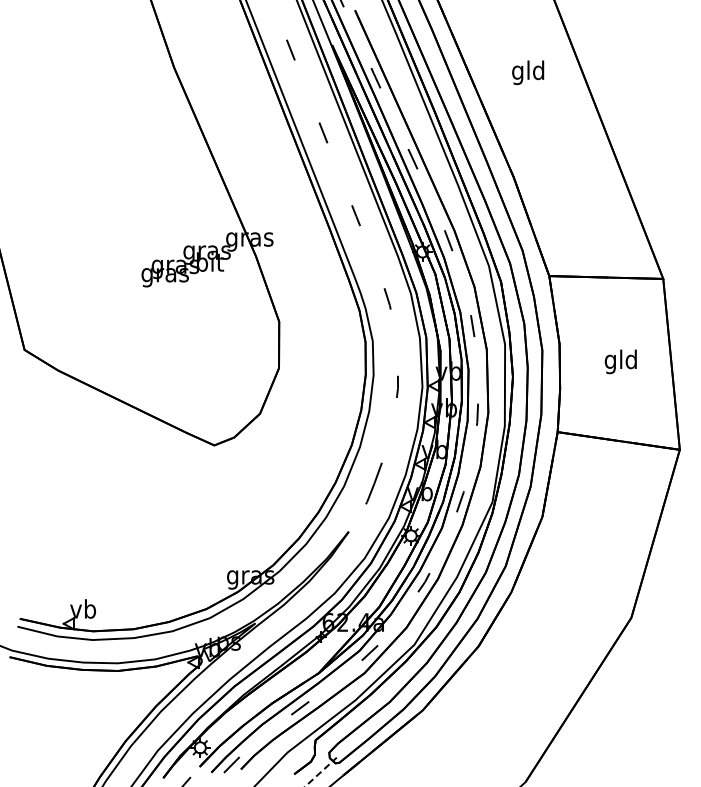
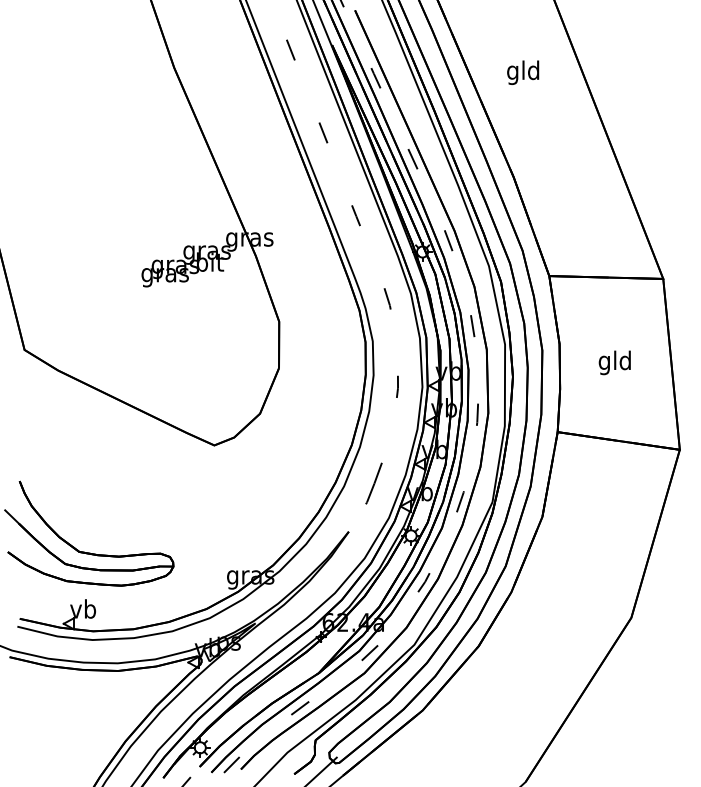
text at (528, 72) position: (528, 72) -> (523, 72)
text at (620, 361) position: (620, 361) -> (614, 362)
part at (84, 551): none -> present
line at (321, 771): dashed -> solid
